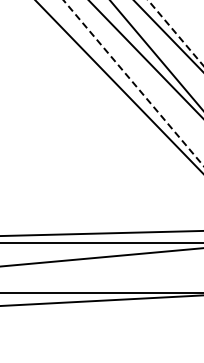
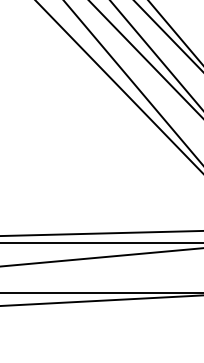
line at (175, 33): dashed -> solid
line at (134, 83): dashed -> solid
